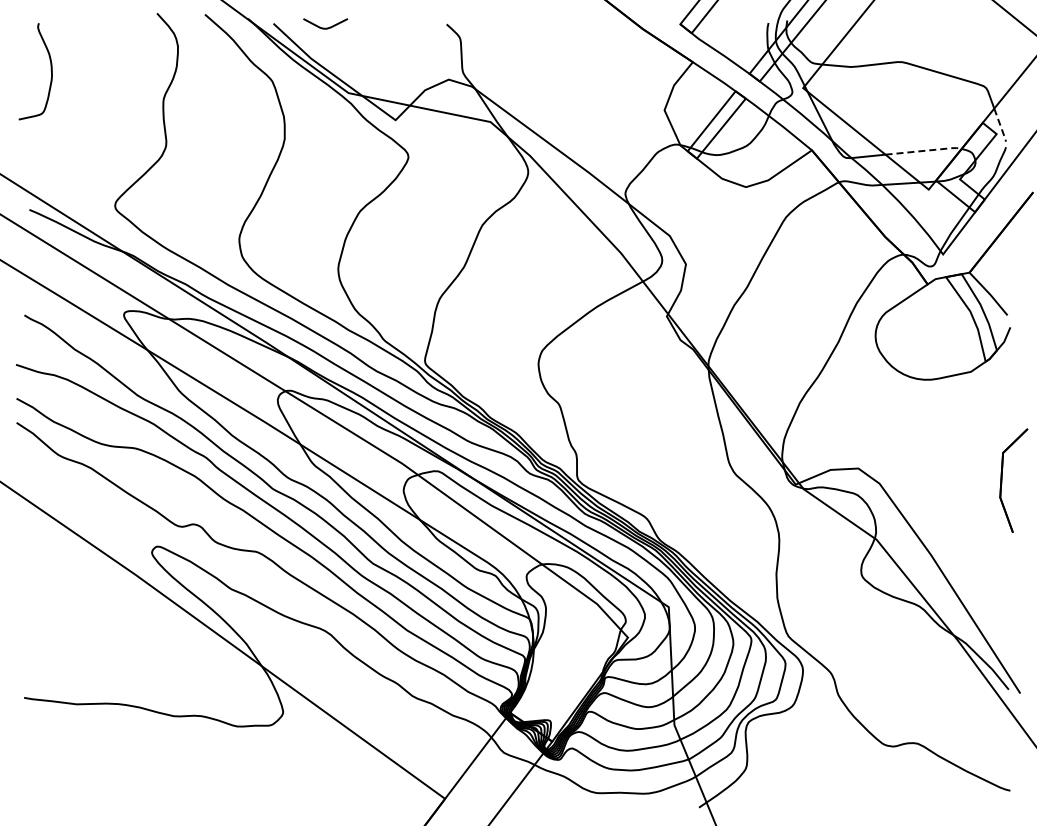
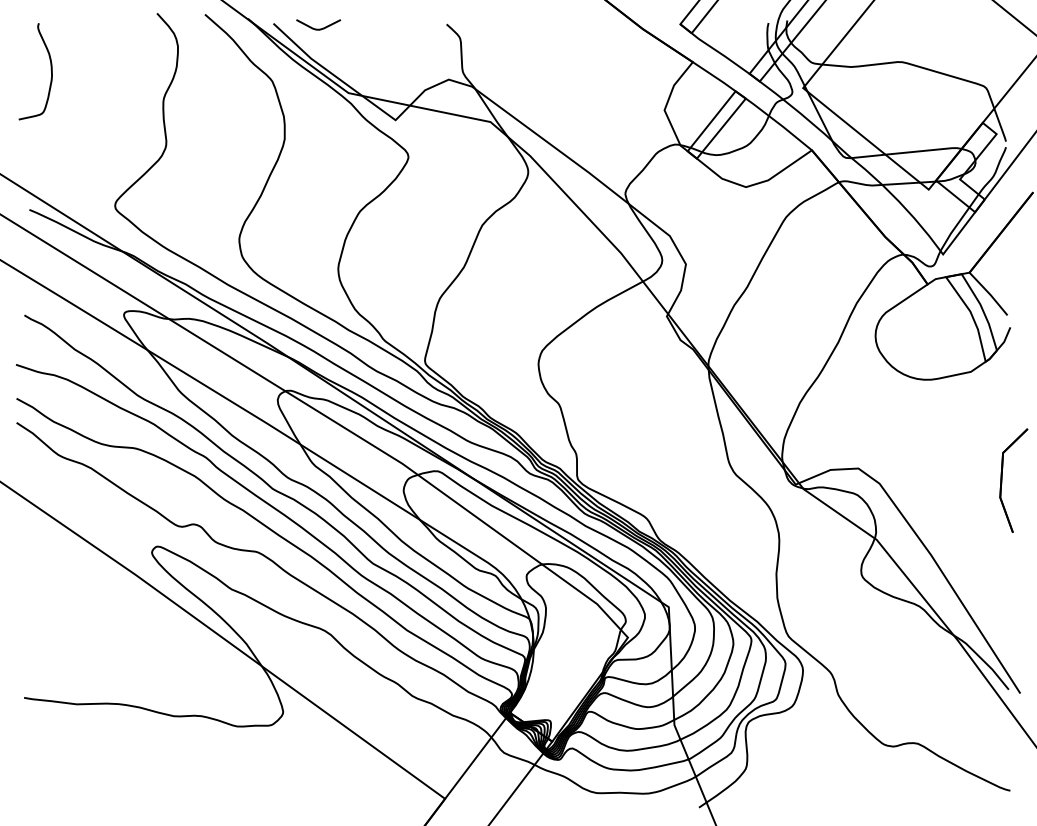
curve at (325, 27) position: (325, 27) -> (318, 28)
line at (1000, 126): dashed -> solid
line at (925, 150): dashed -> solid
